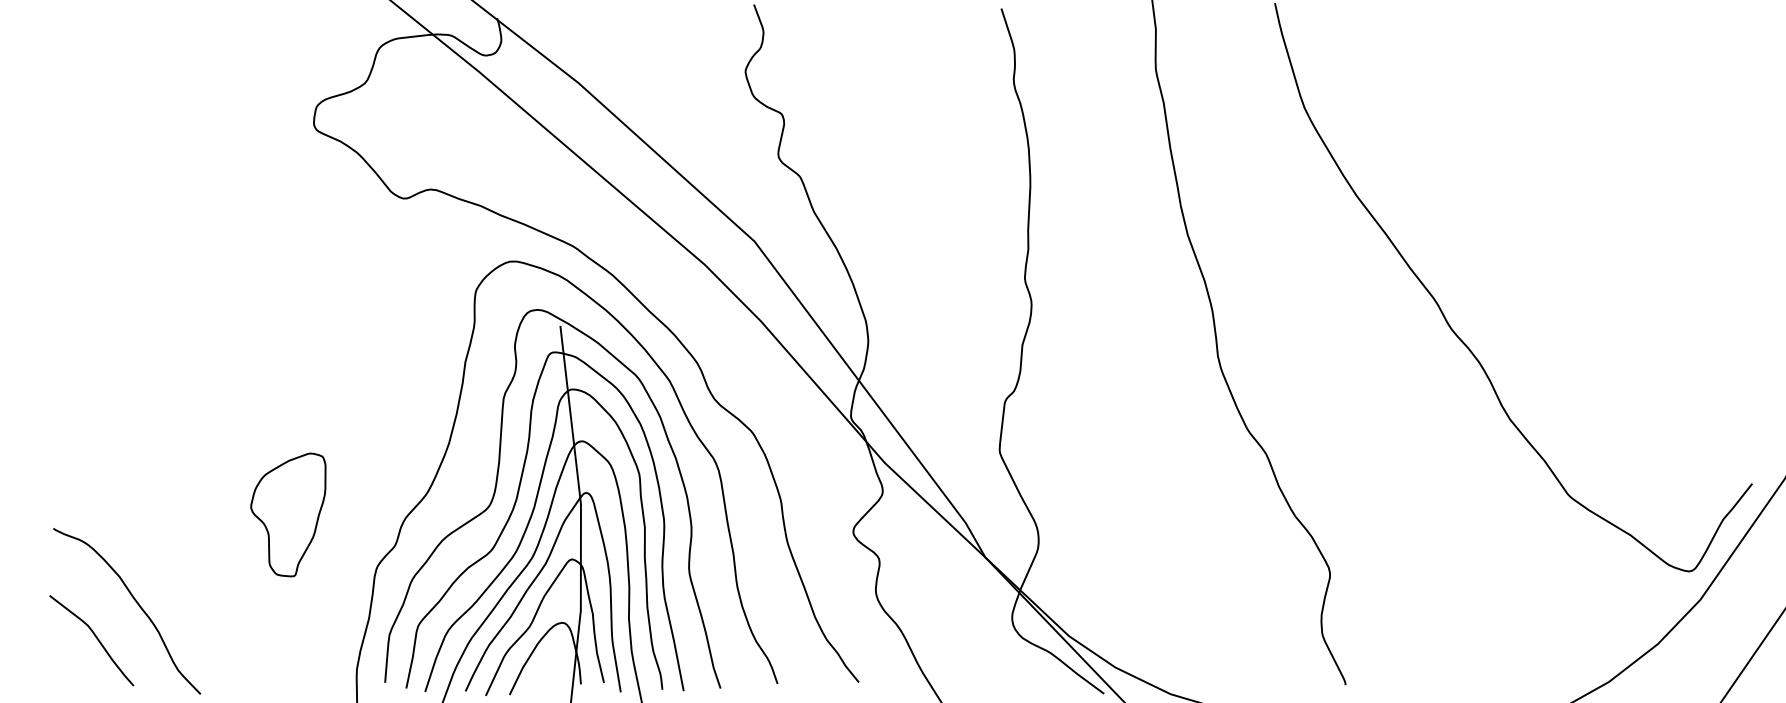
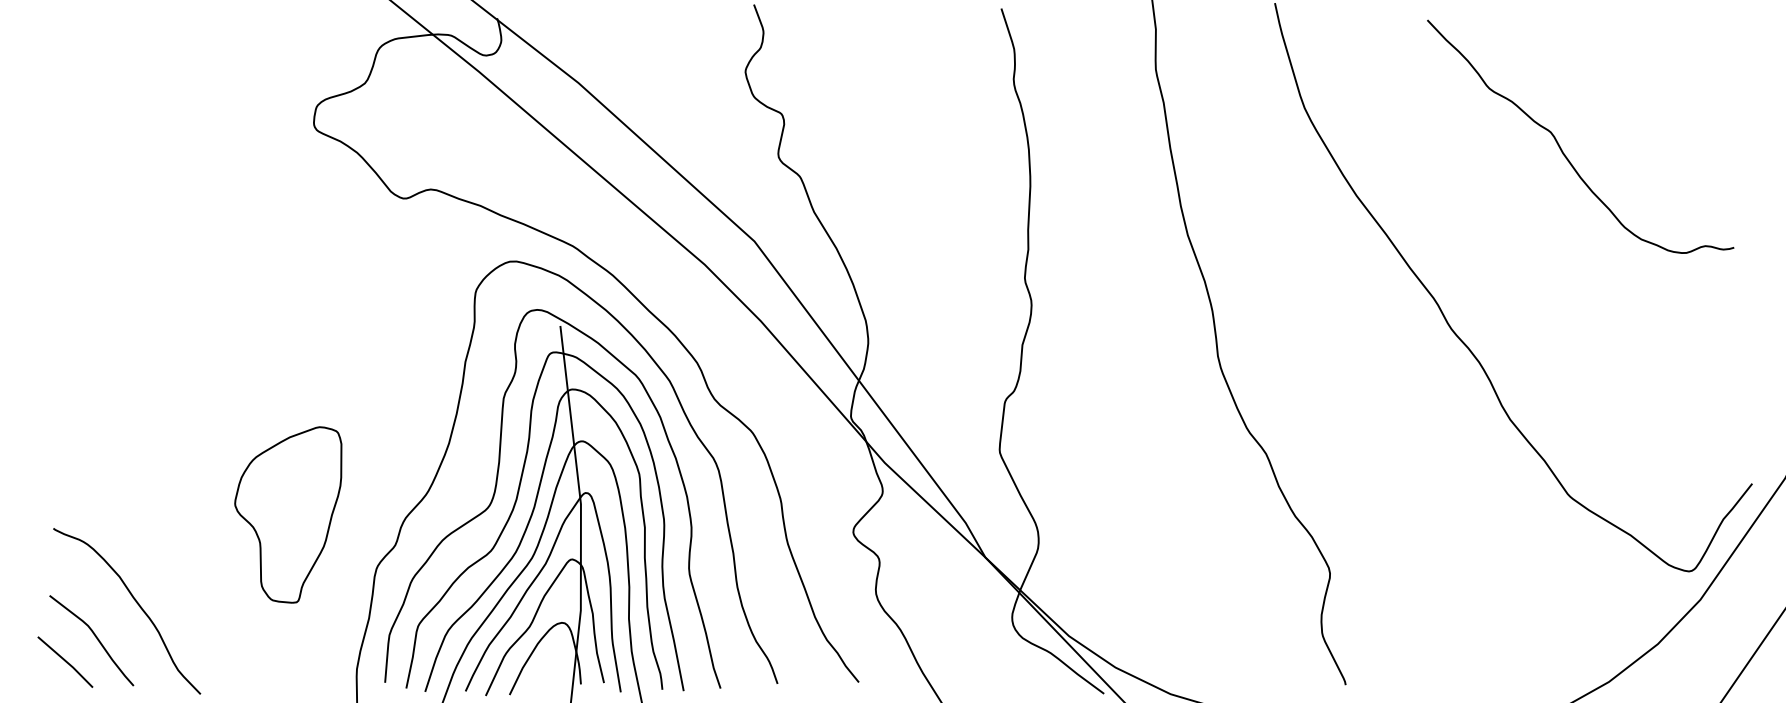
curve at (1562, 149): none -> present
part at (288, 514) size: 77x126 px -> 109x178 px
line at (65, 661): none -> present
